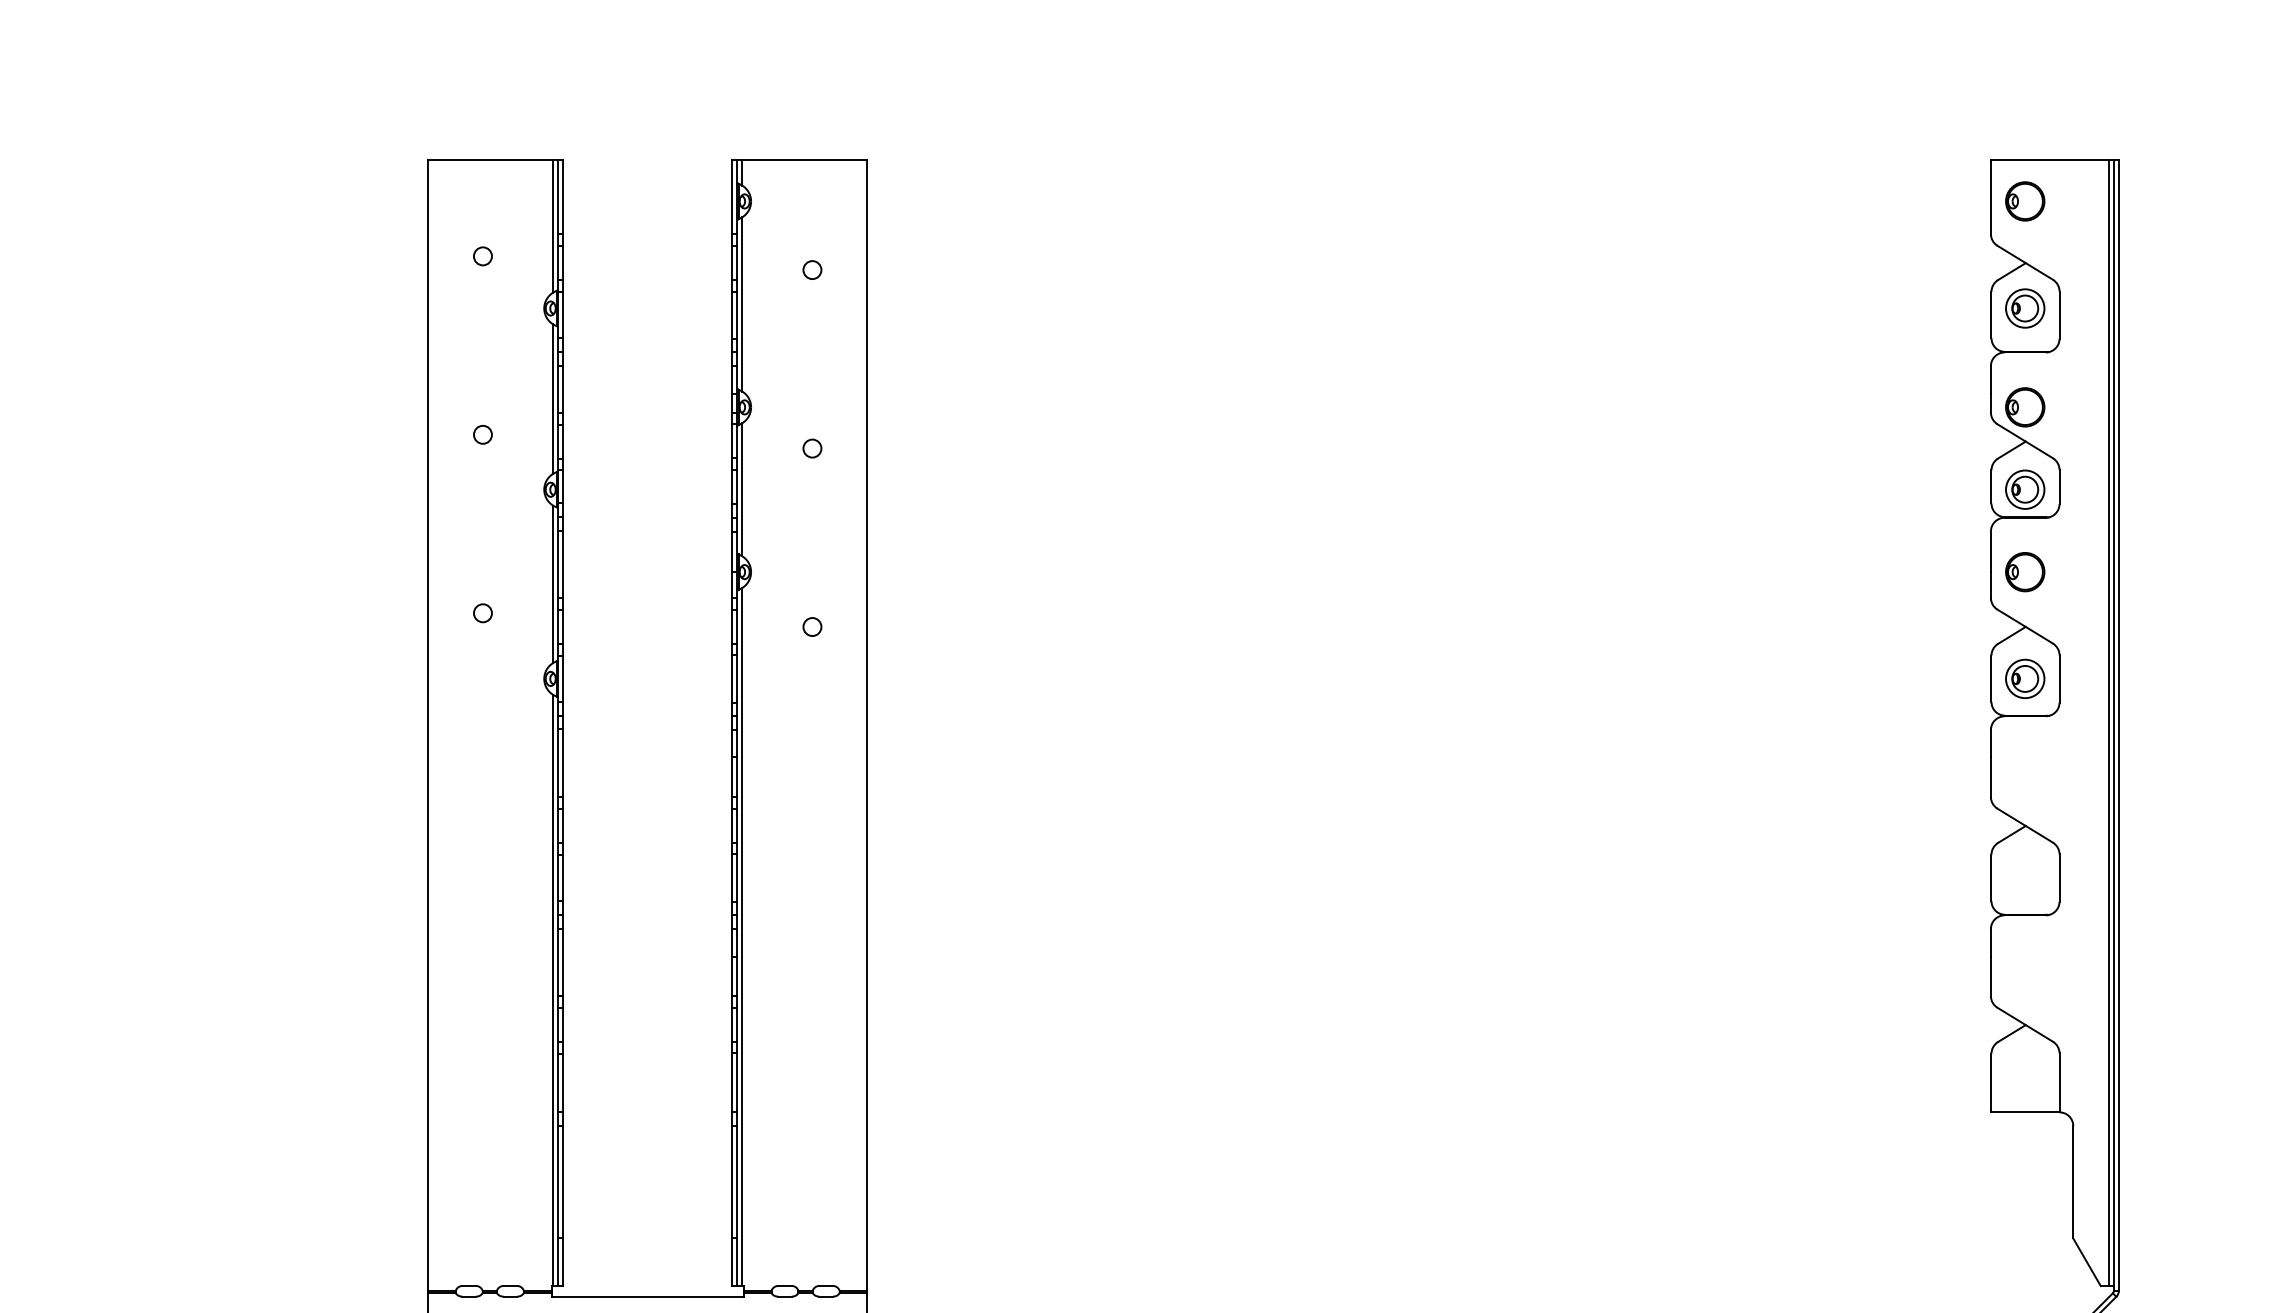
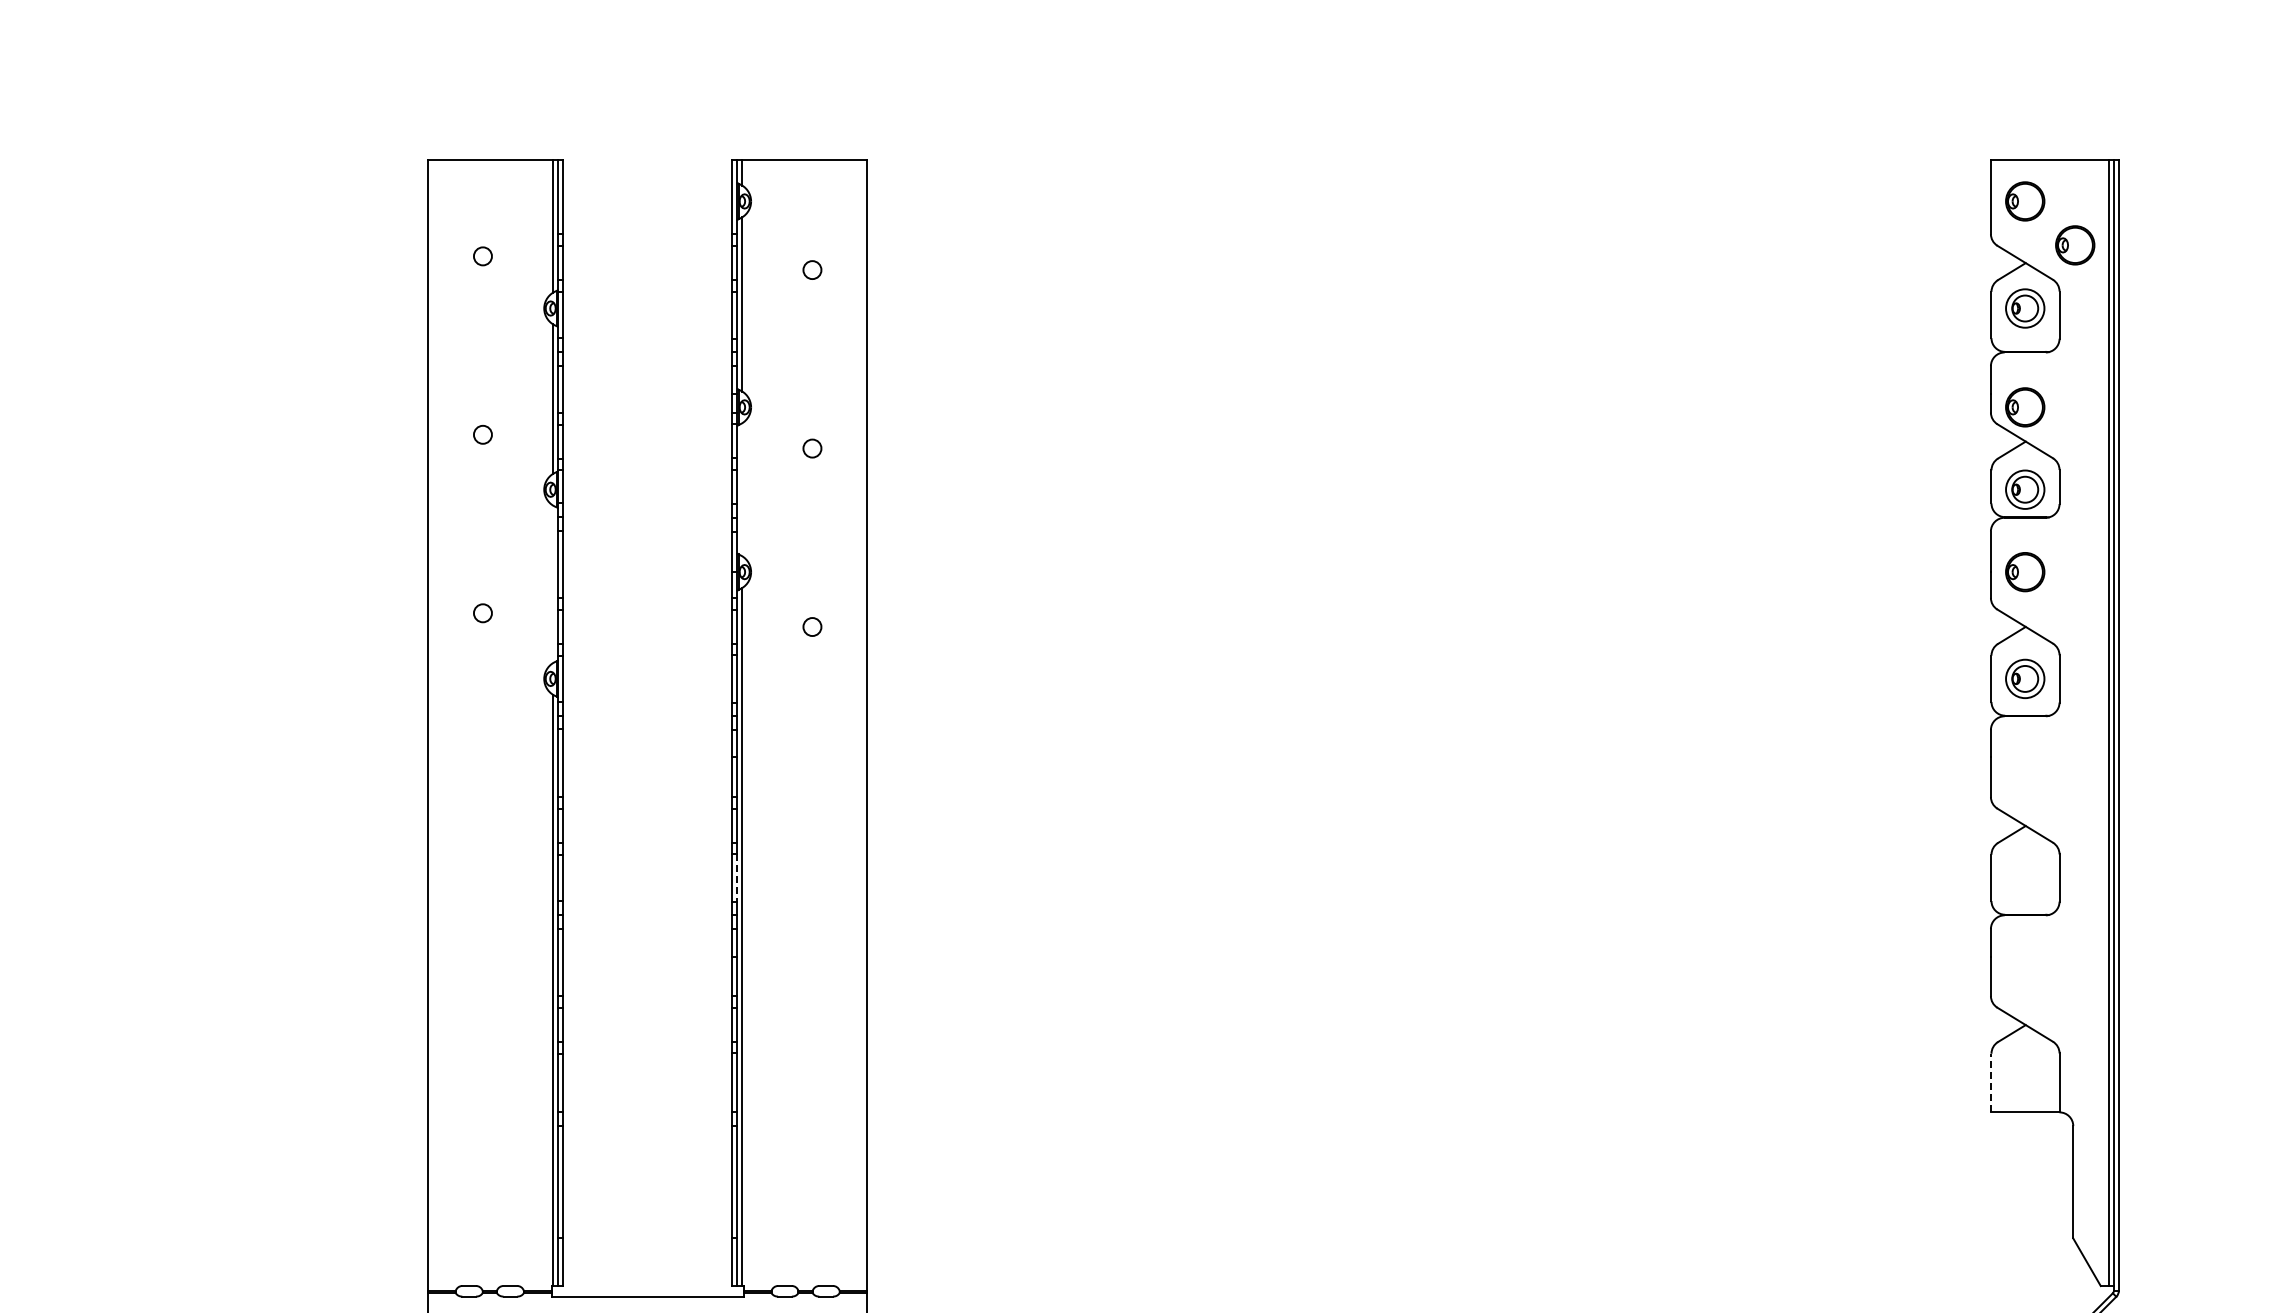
part at (2075, 245): none -> present
line at (742, 489): present -> none
line at (553, 584): present -> none
line at (737, 878): solid -> dashed
line at (1991, 1082): solid -> dashed
